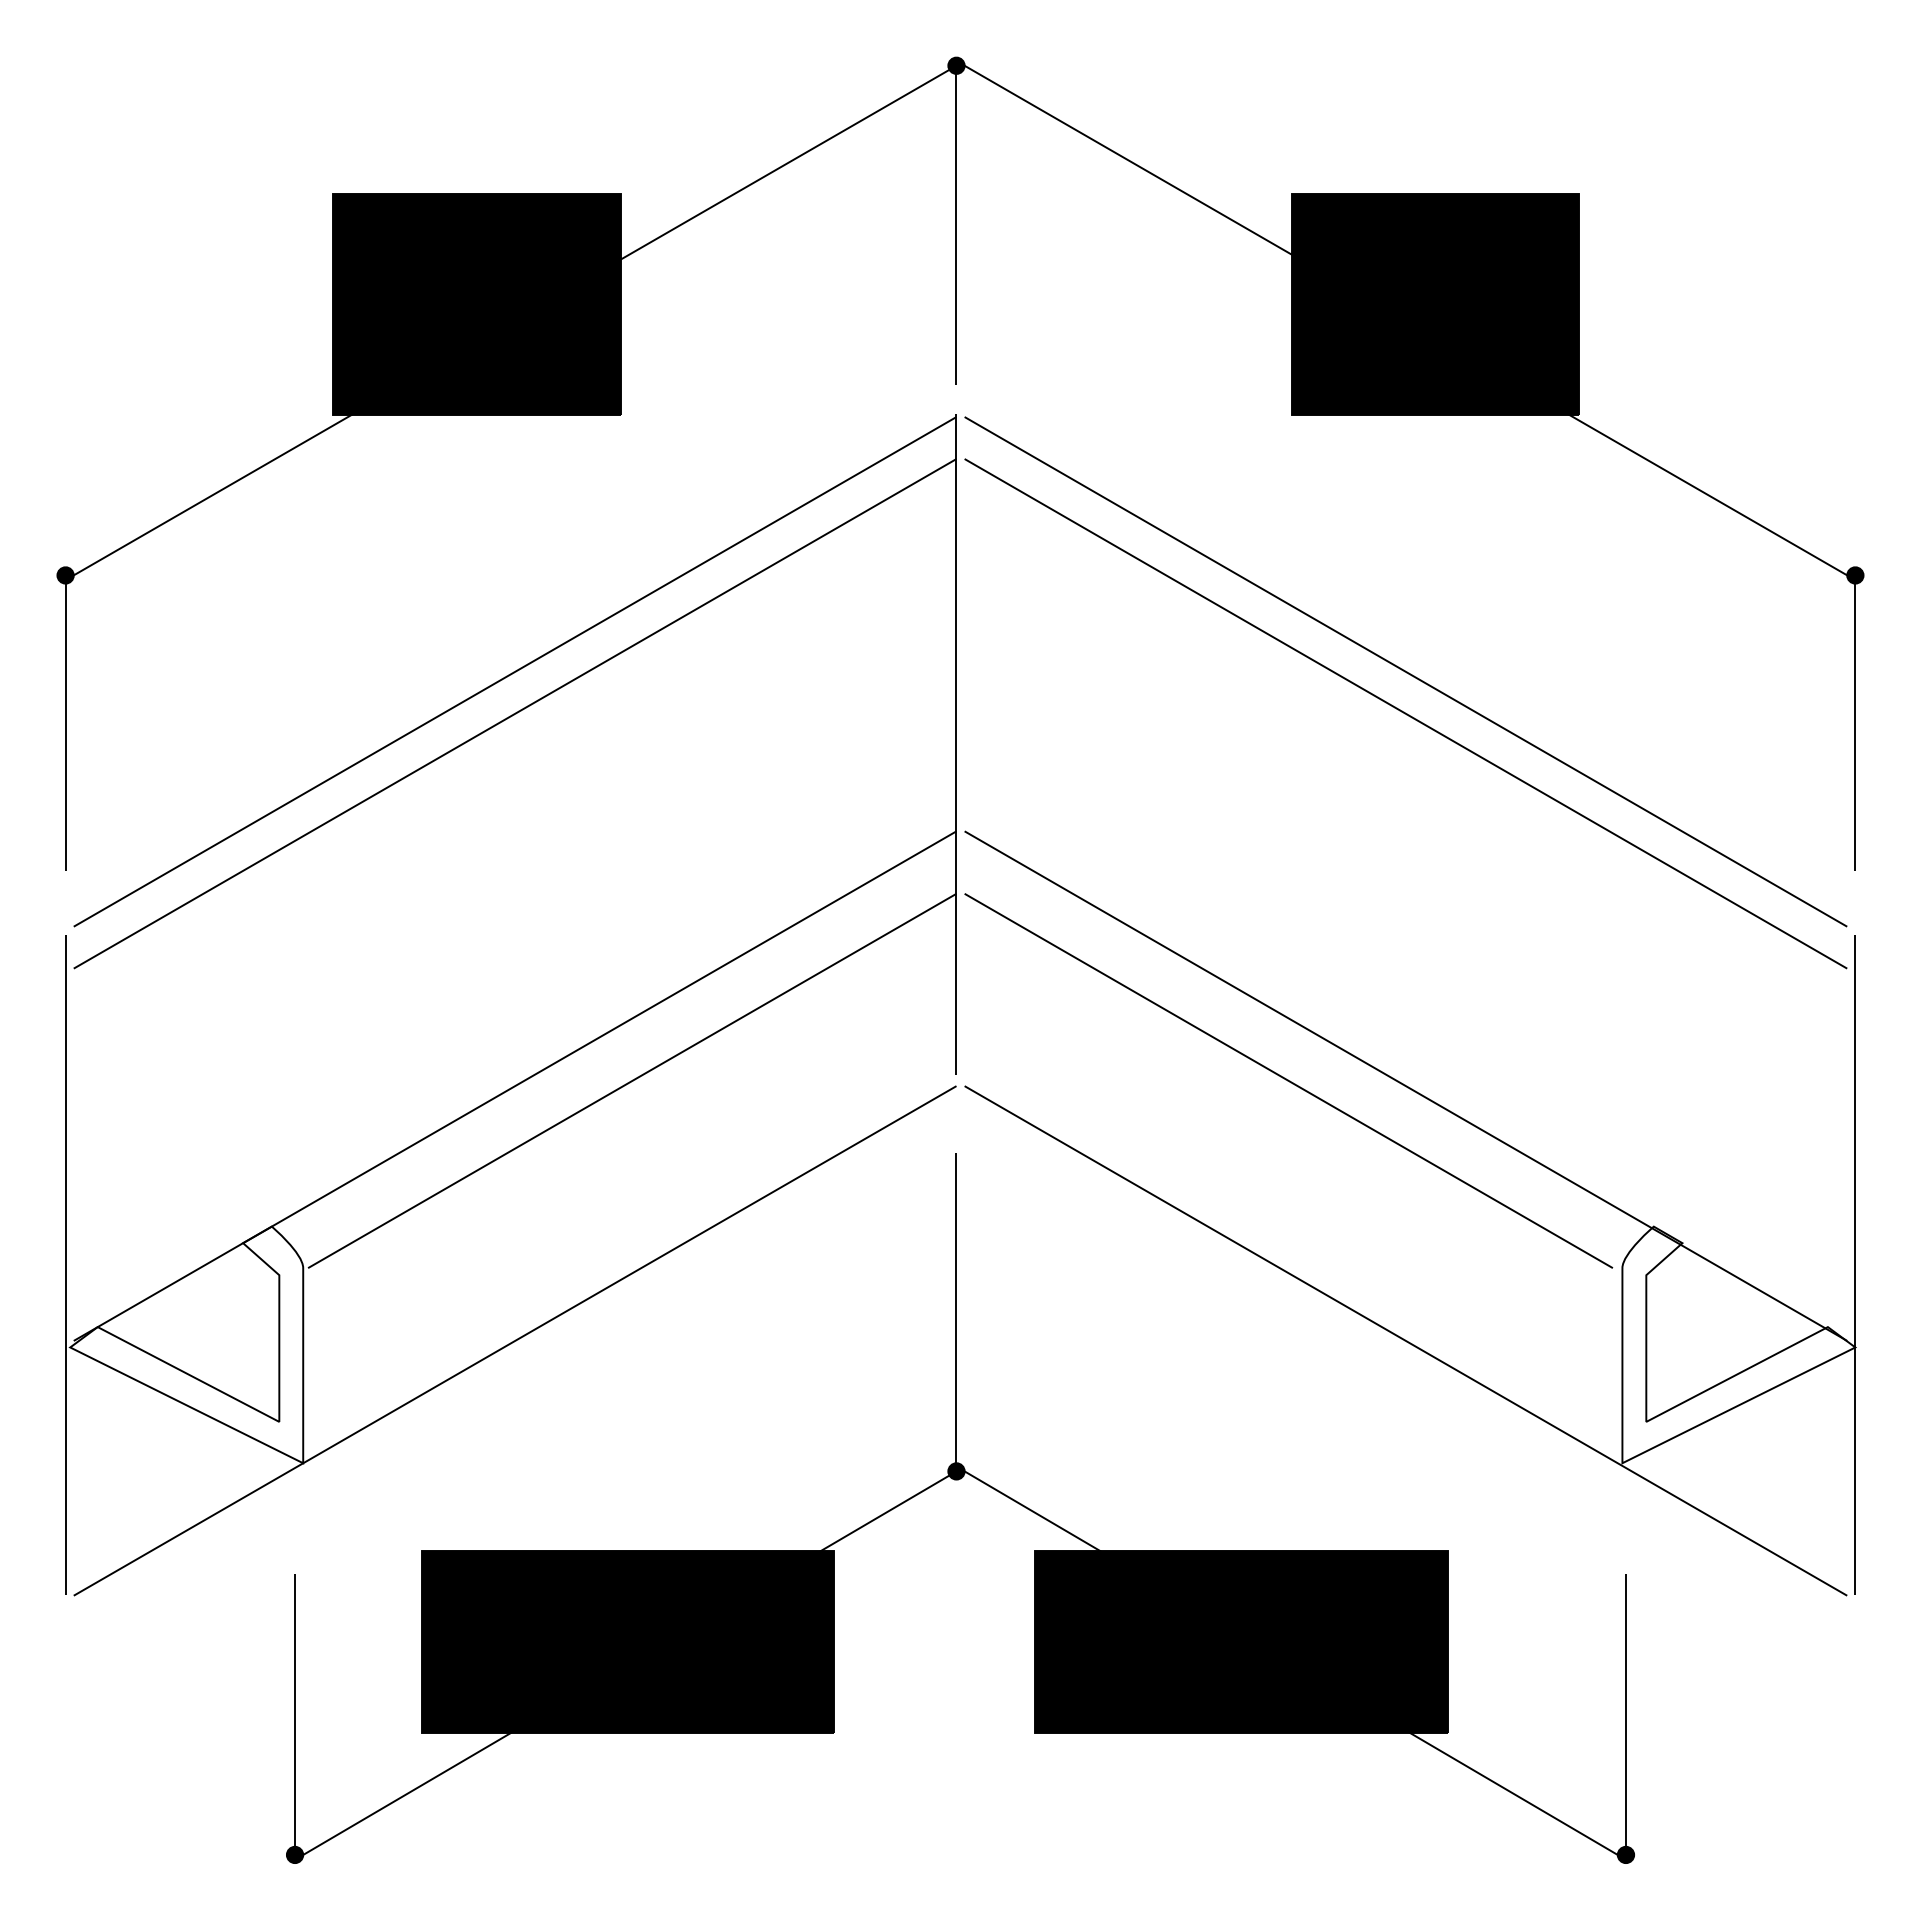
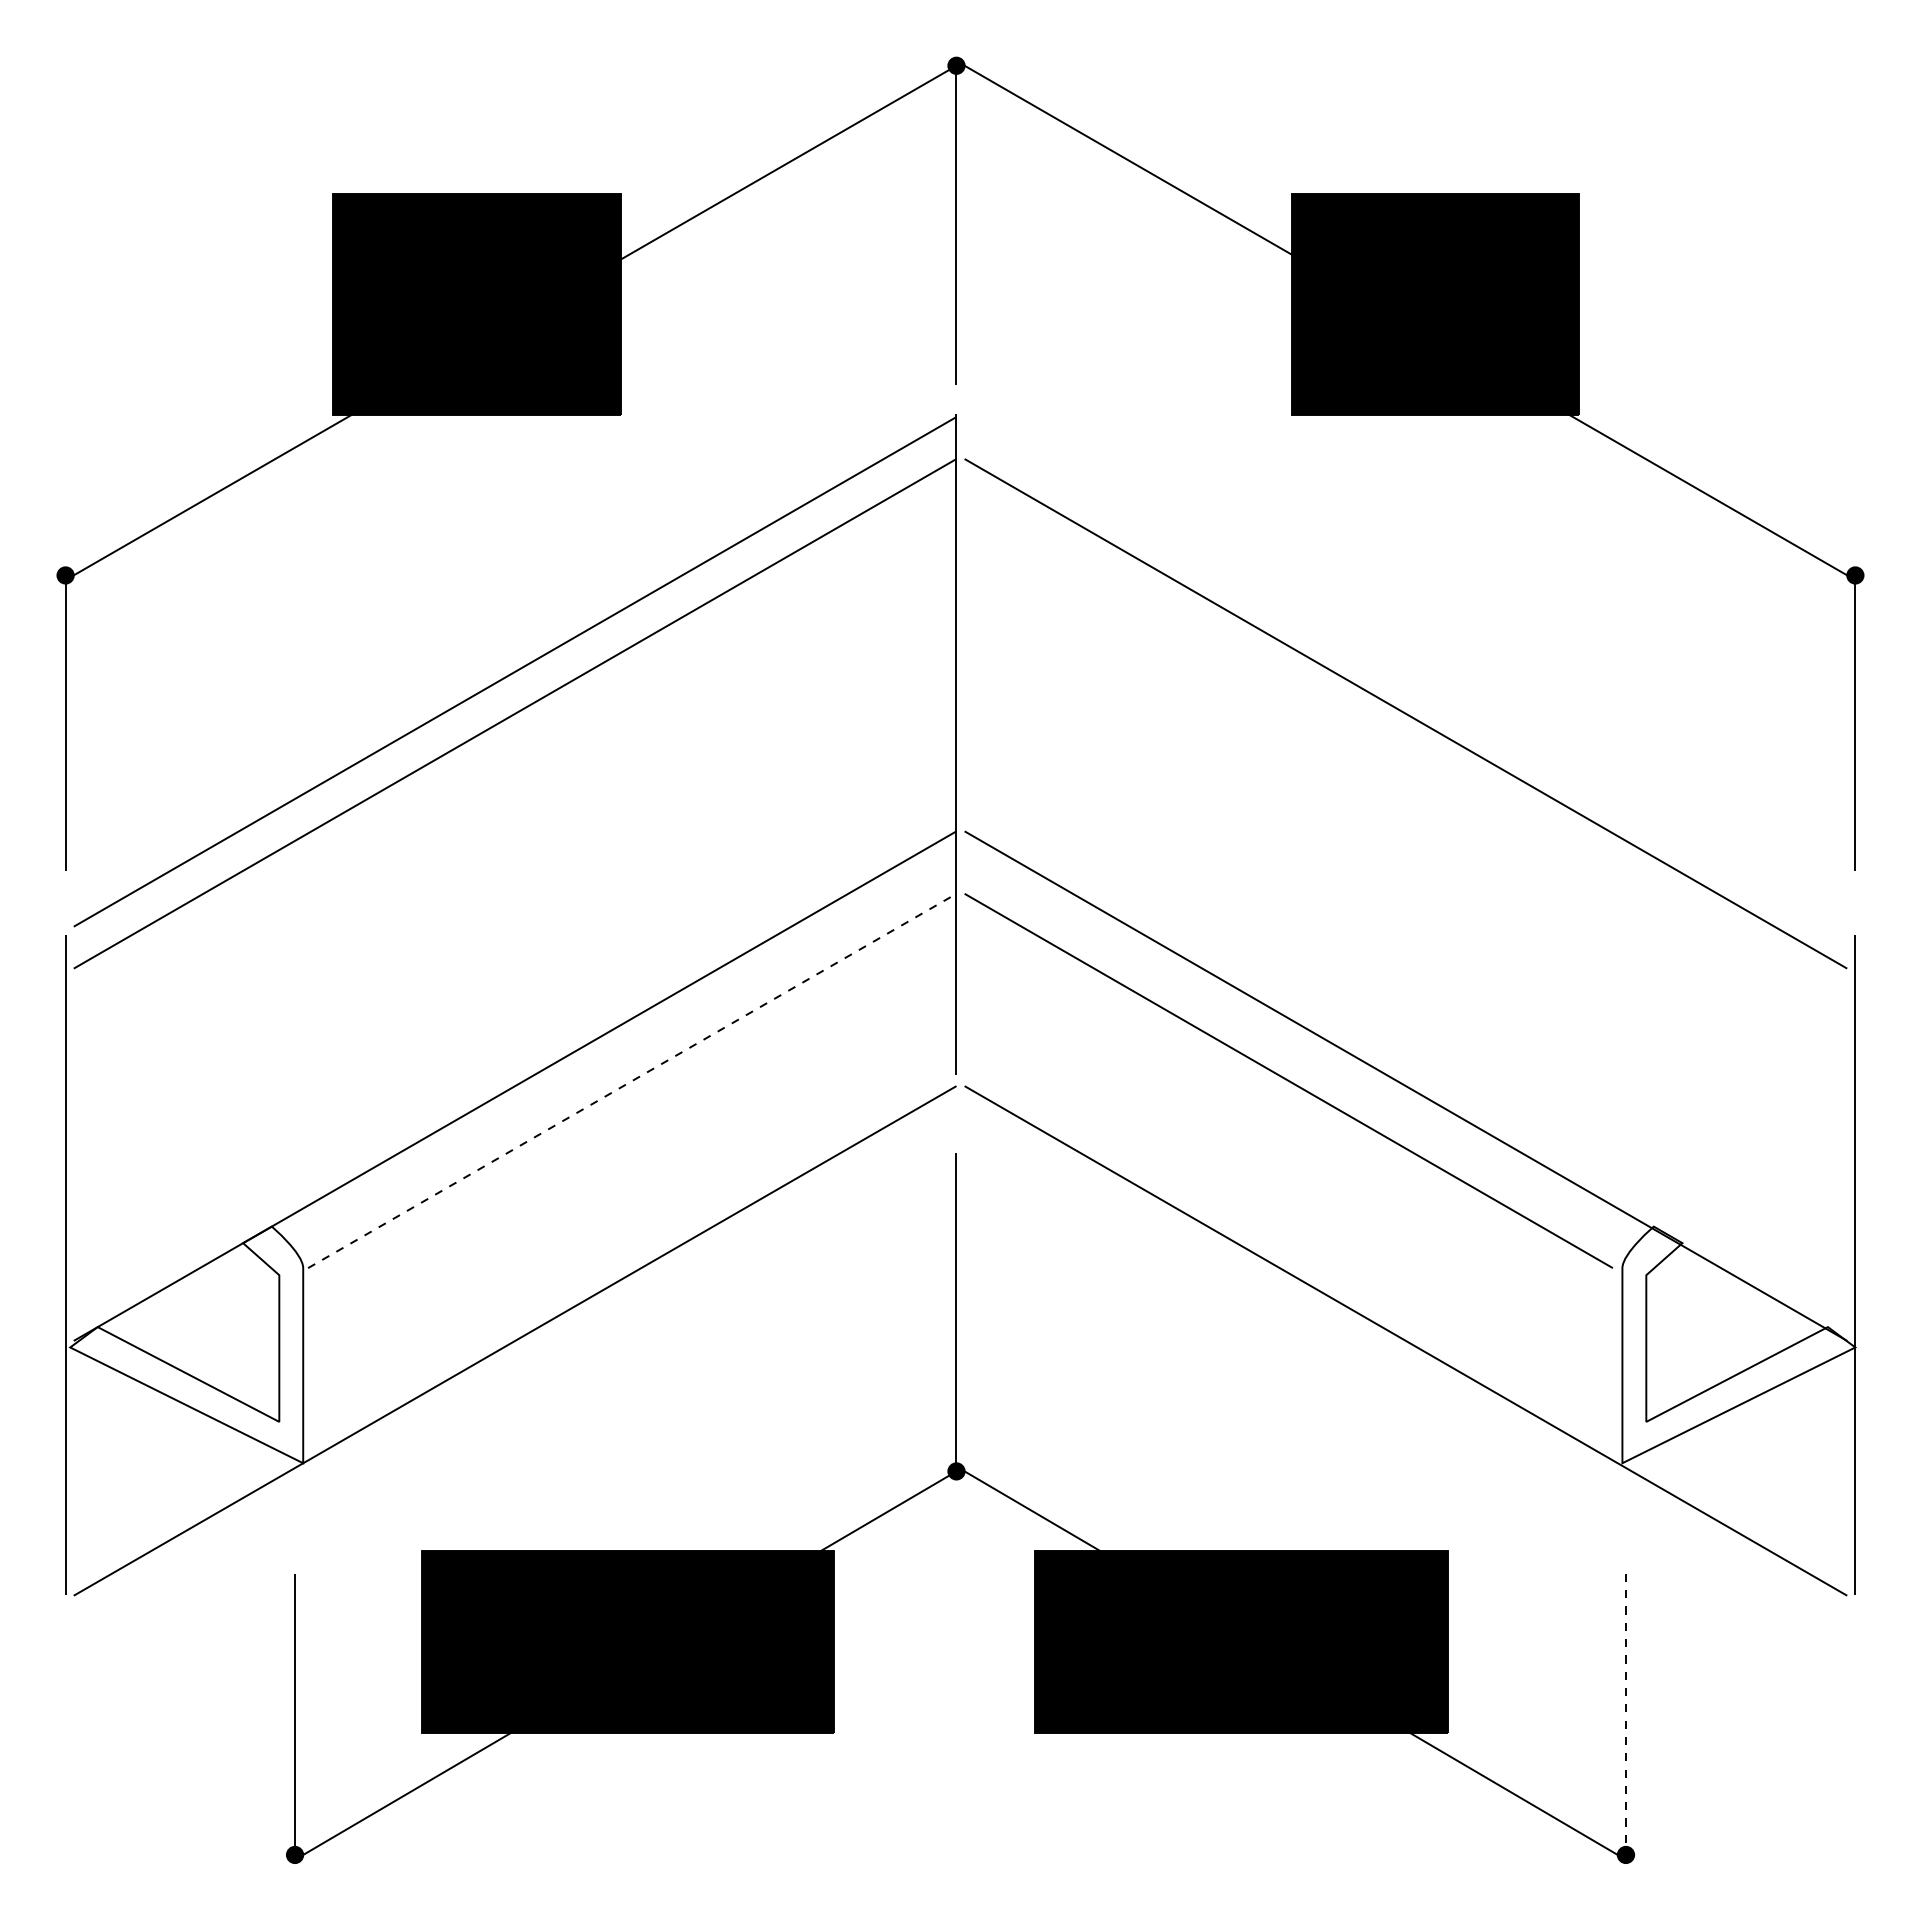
line at (1405, 671): present -> none
line at (632, 1080): solid -> dashed
line at (1625, 1719): solid -> dashed
